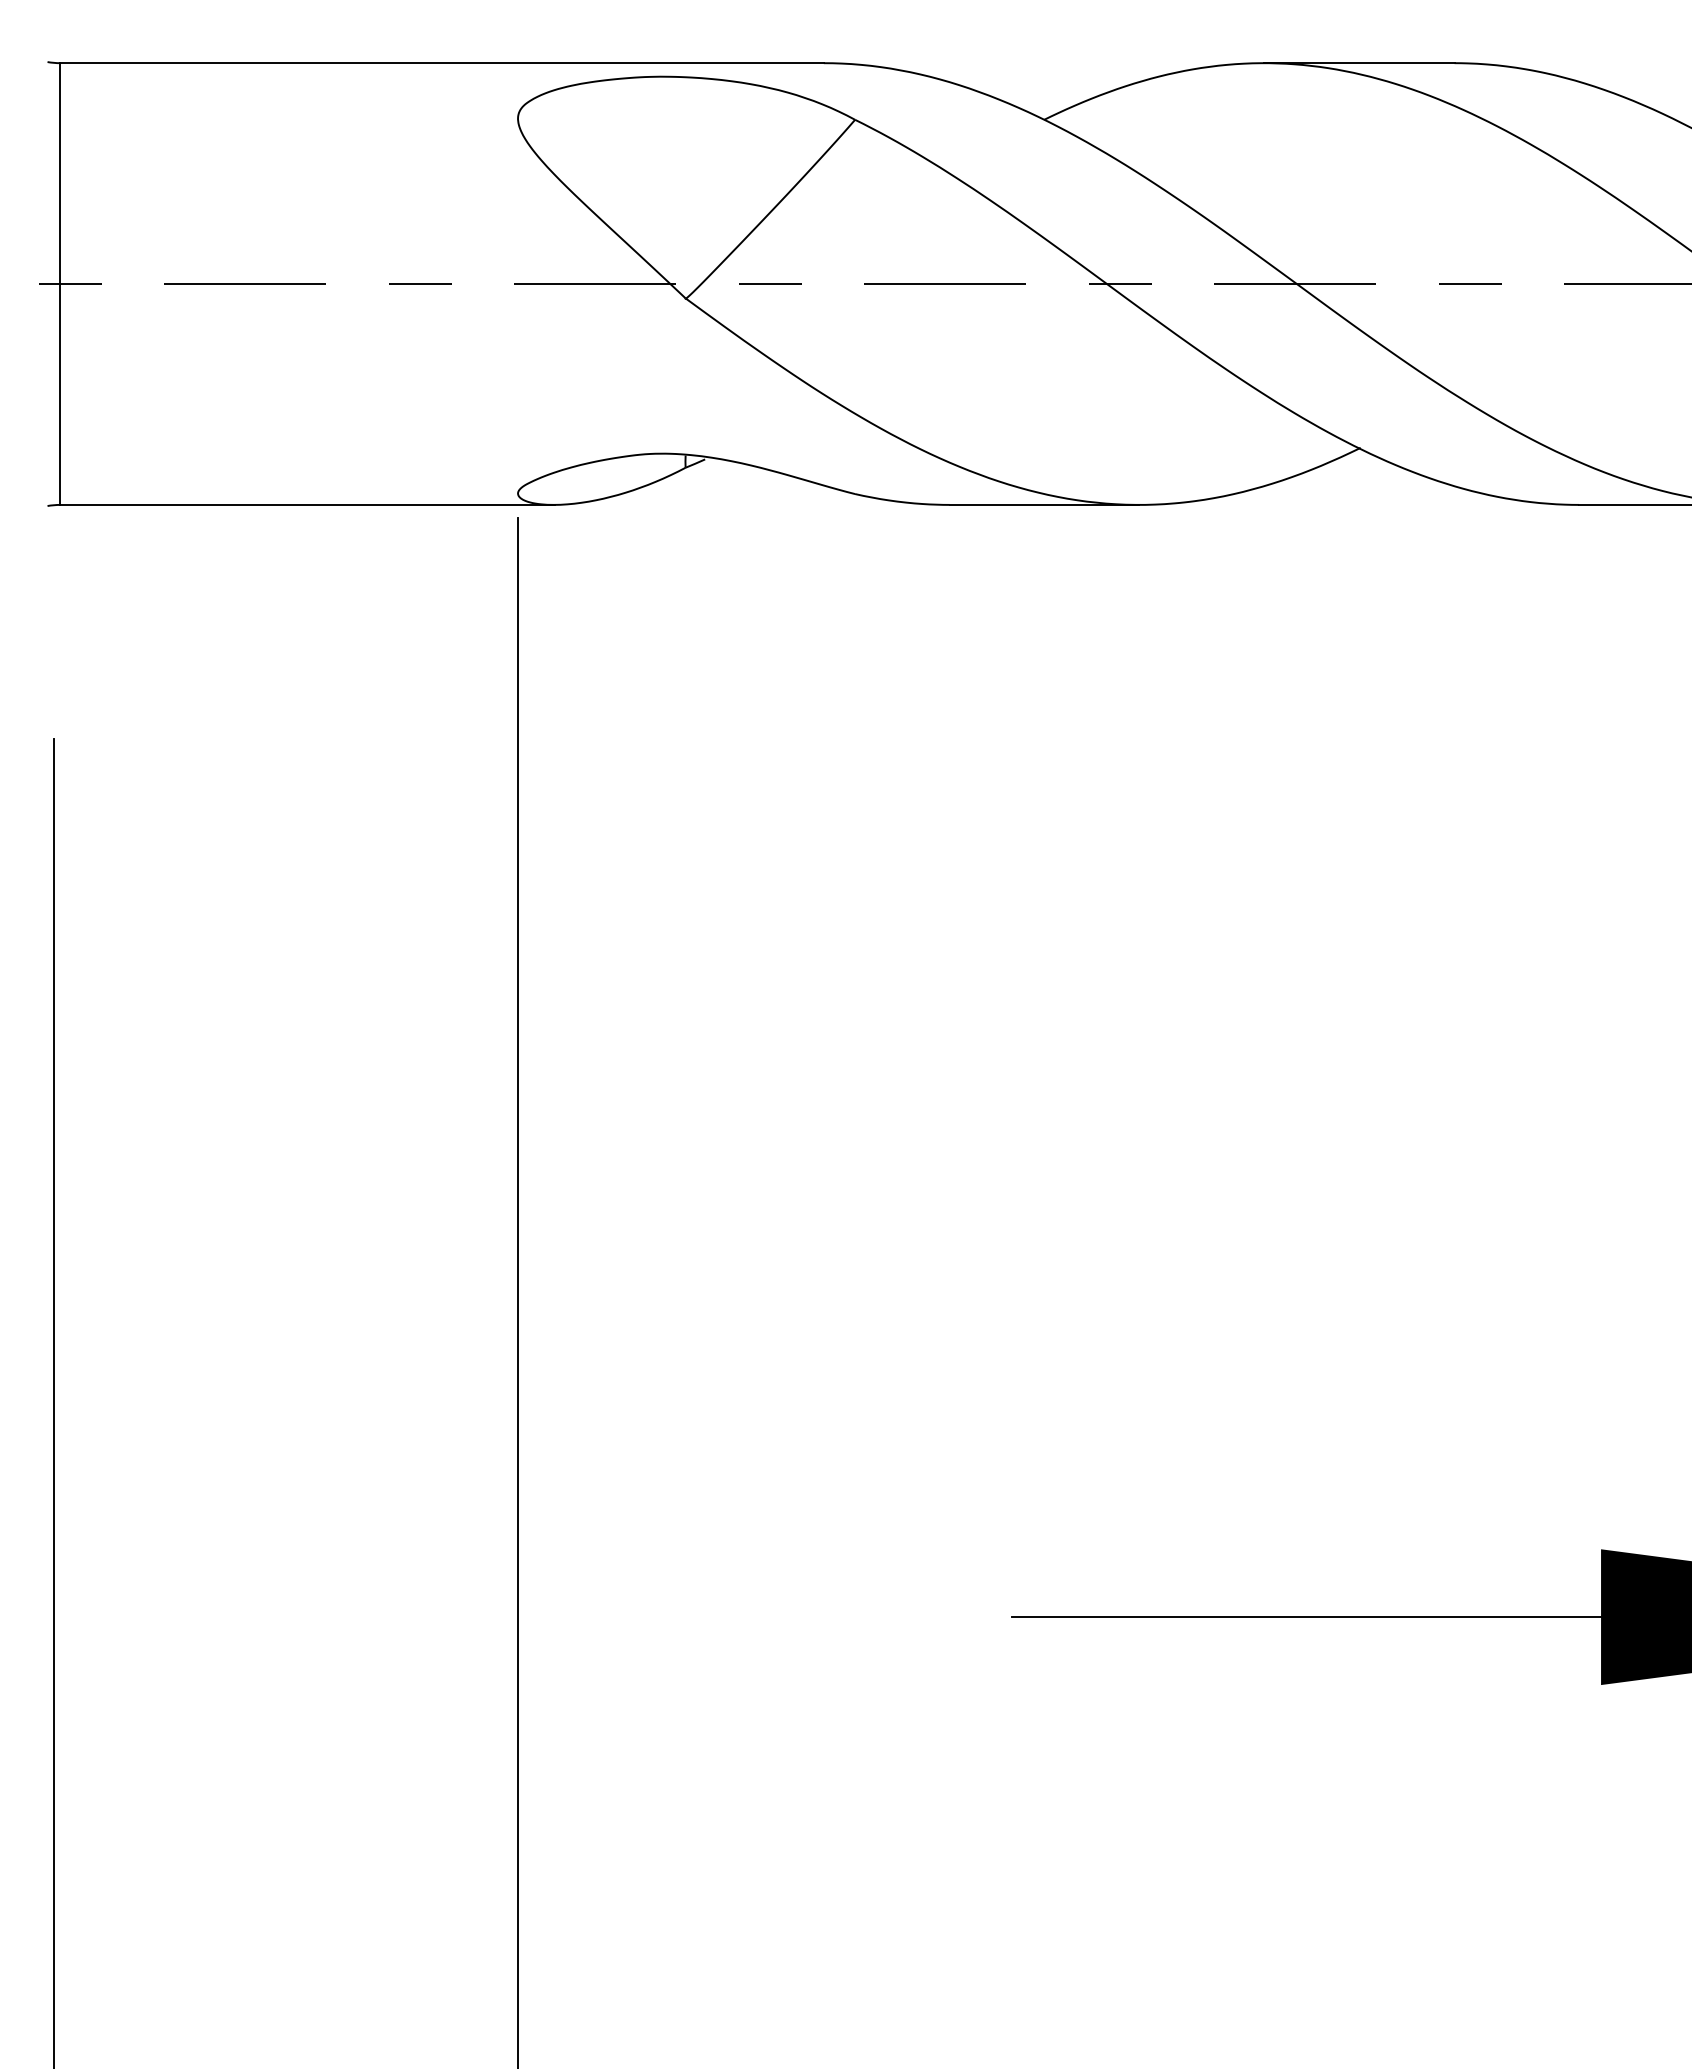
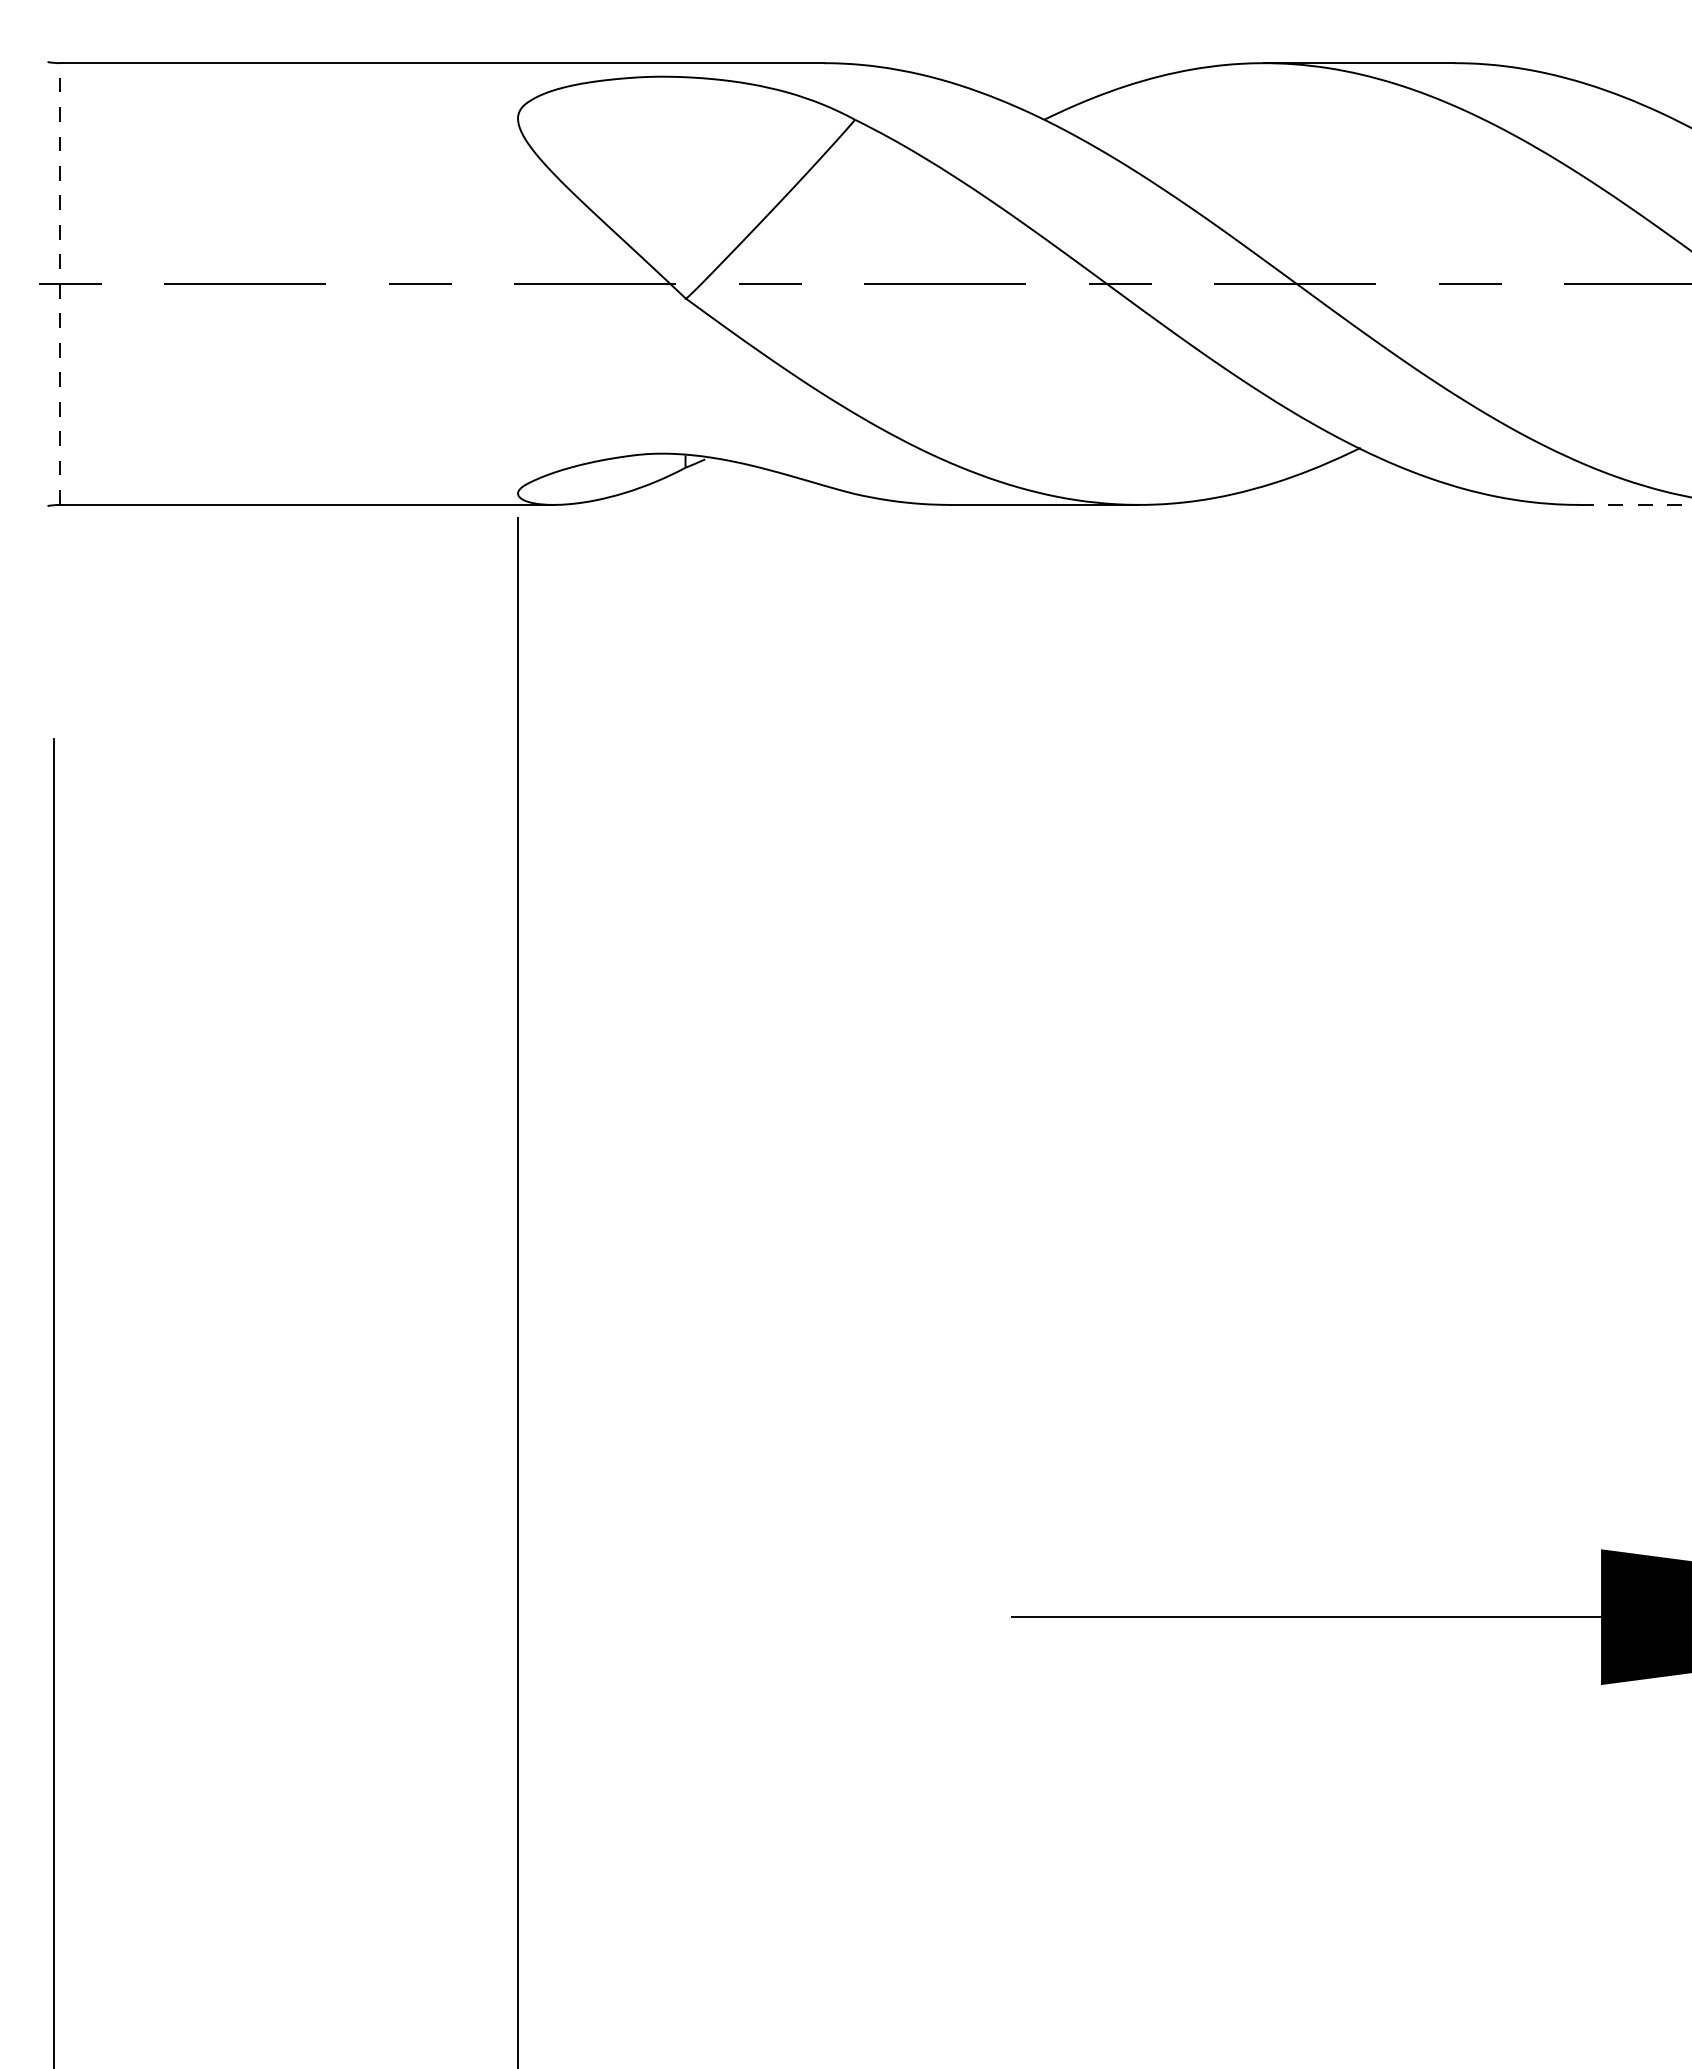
line at (60, 284): solid -> dashed
line at (1635, 504): solid -> dashed
